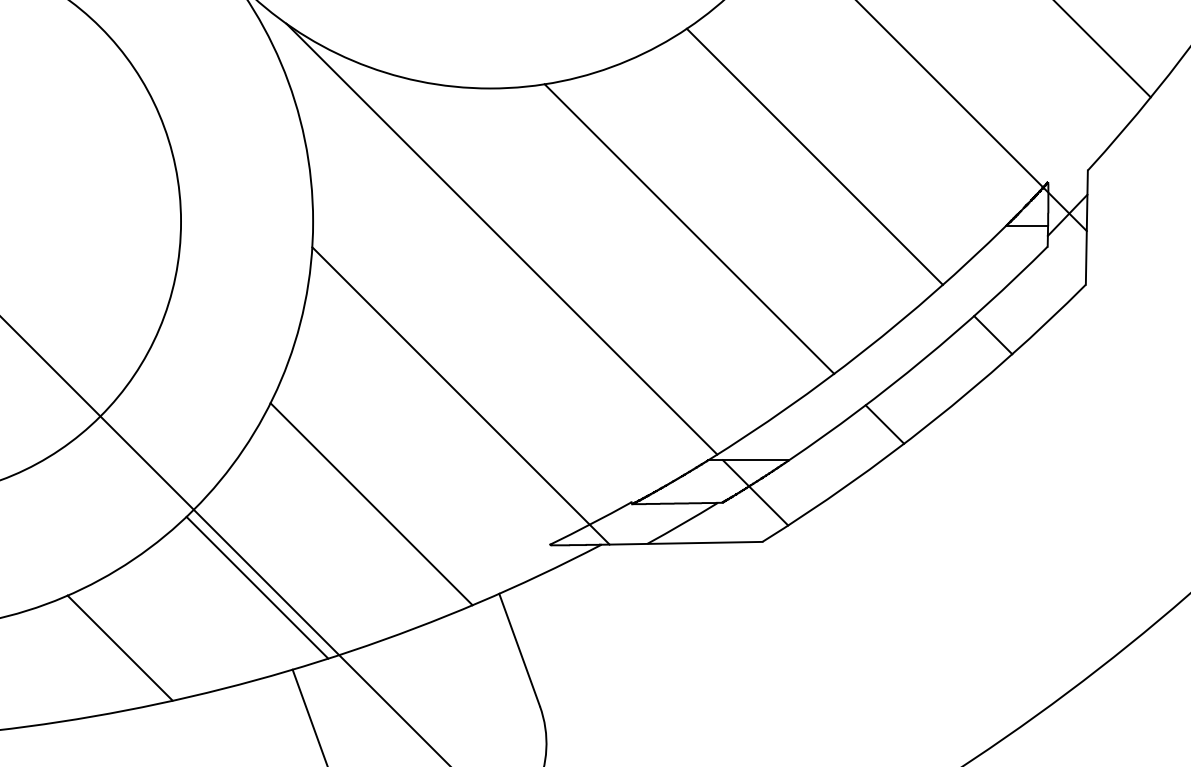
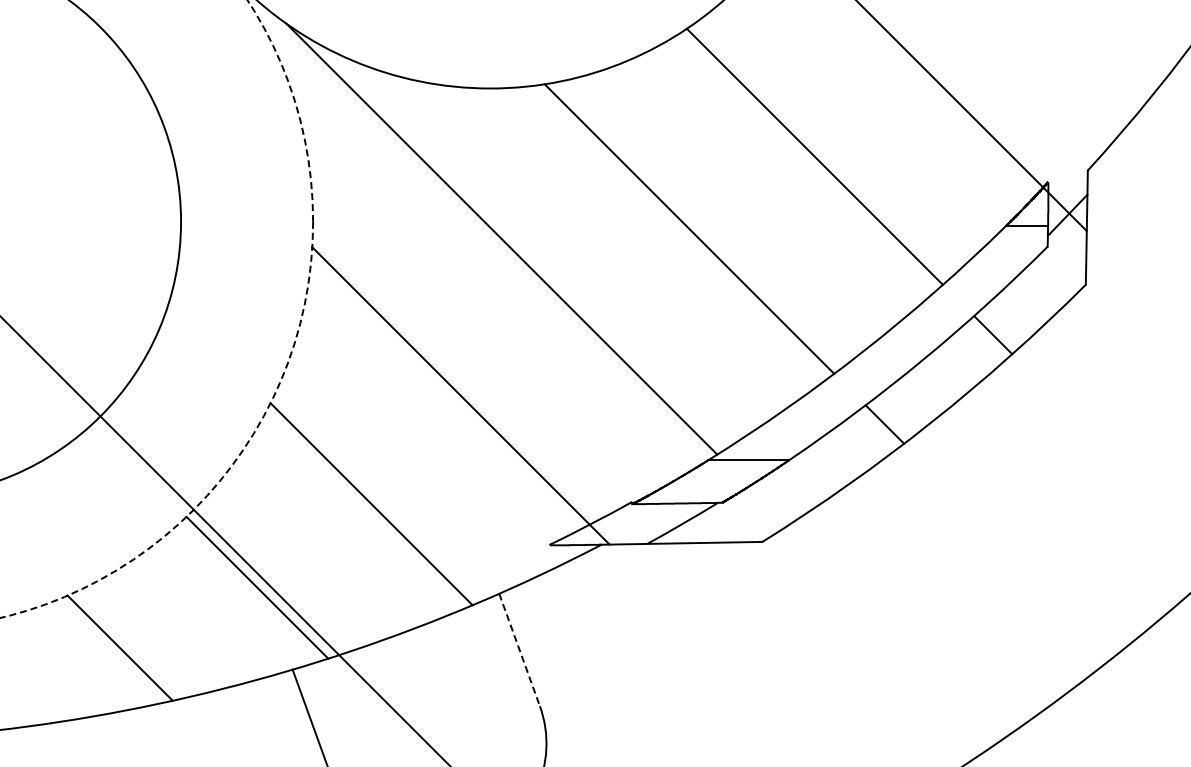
line at (1102, 49): present -> none
circle at (156, 309): solid -> dashed
line at (755, 492): present -> none
line at (519, 650): solid -> dashed
